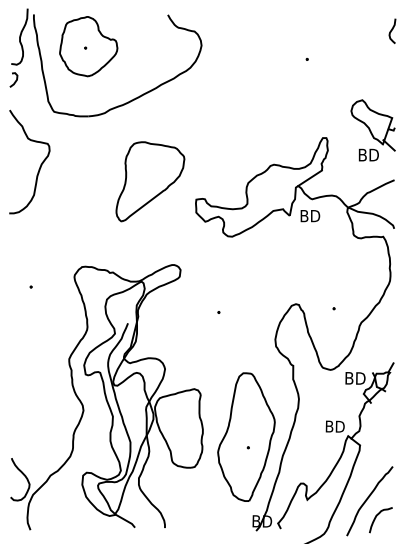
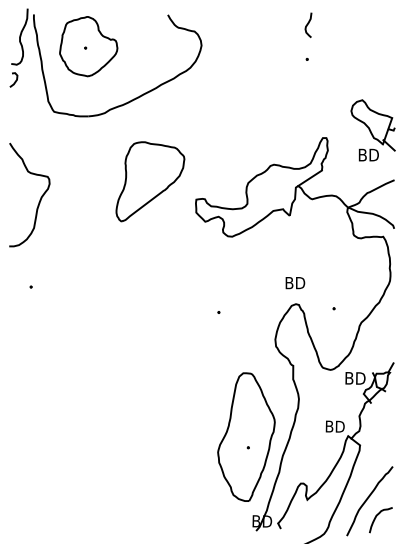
curve at (392, 30) position: (392, 30) -> (308, 24)
curve at (39, 166) position: (39, 166) -> (39, 199)
text at (310, 216) position: (310, 216) -> (295, 283)
part at (106, 397): present -> none
